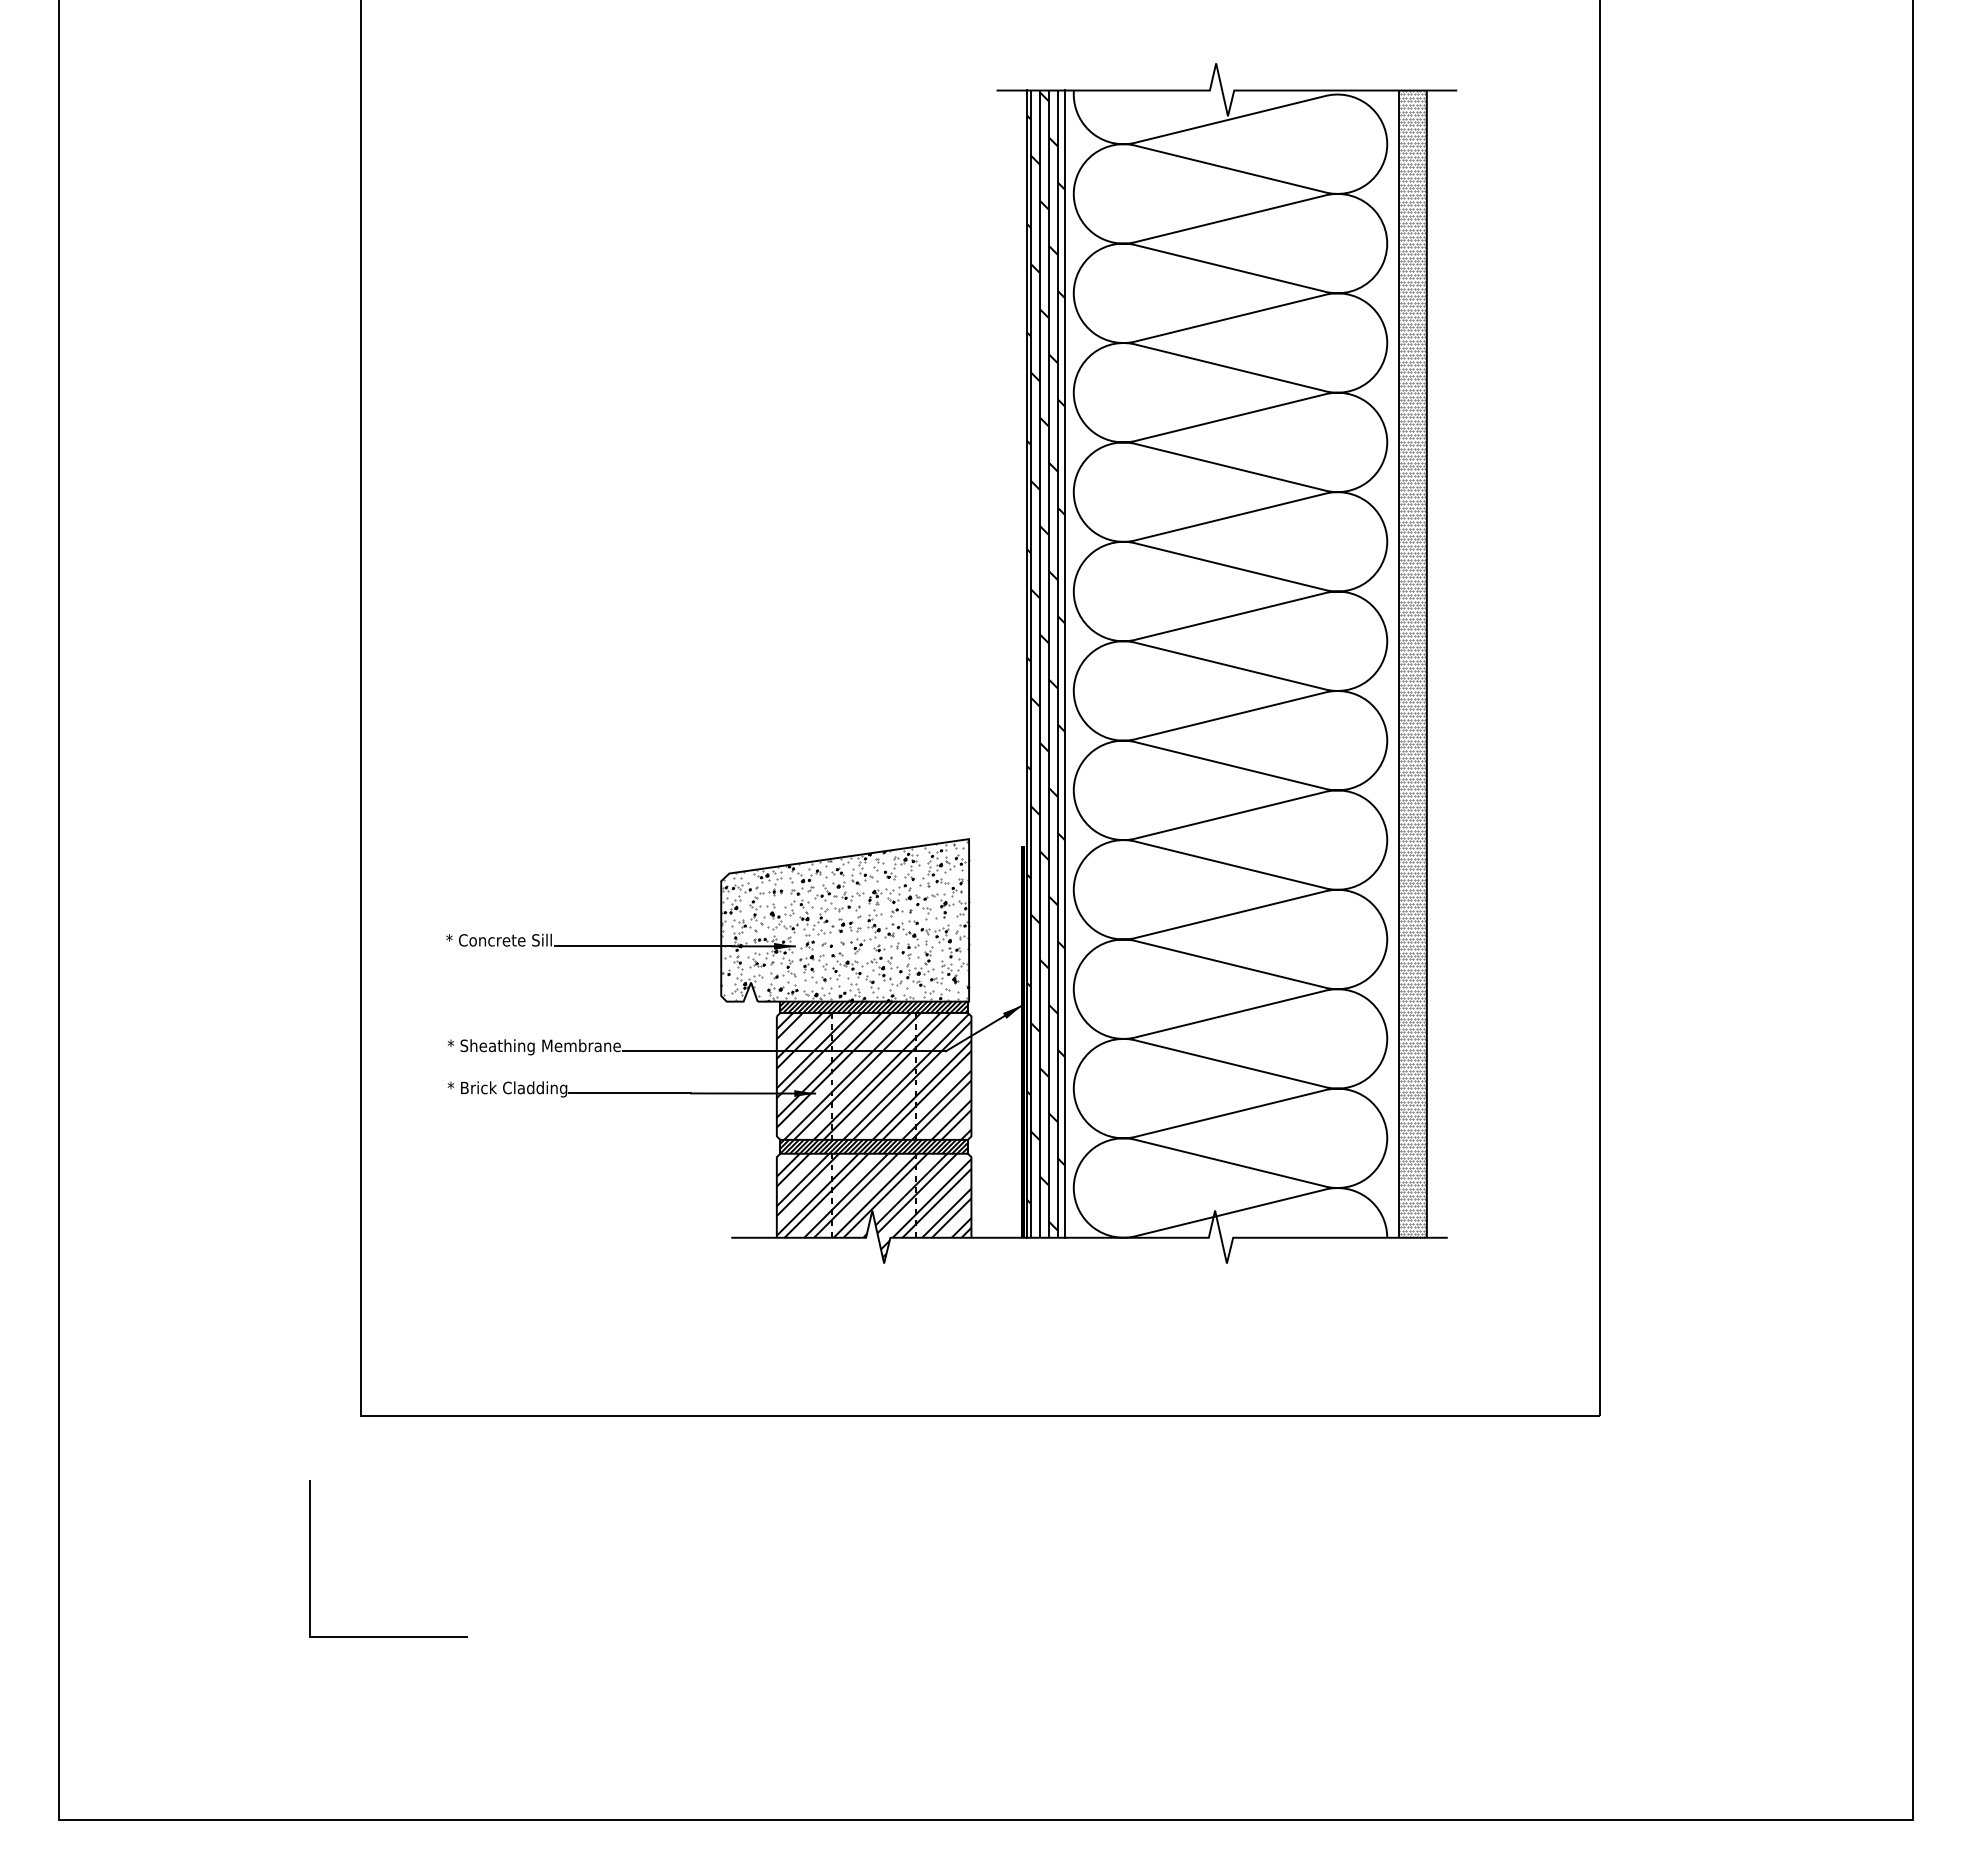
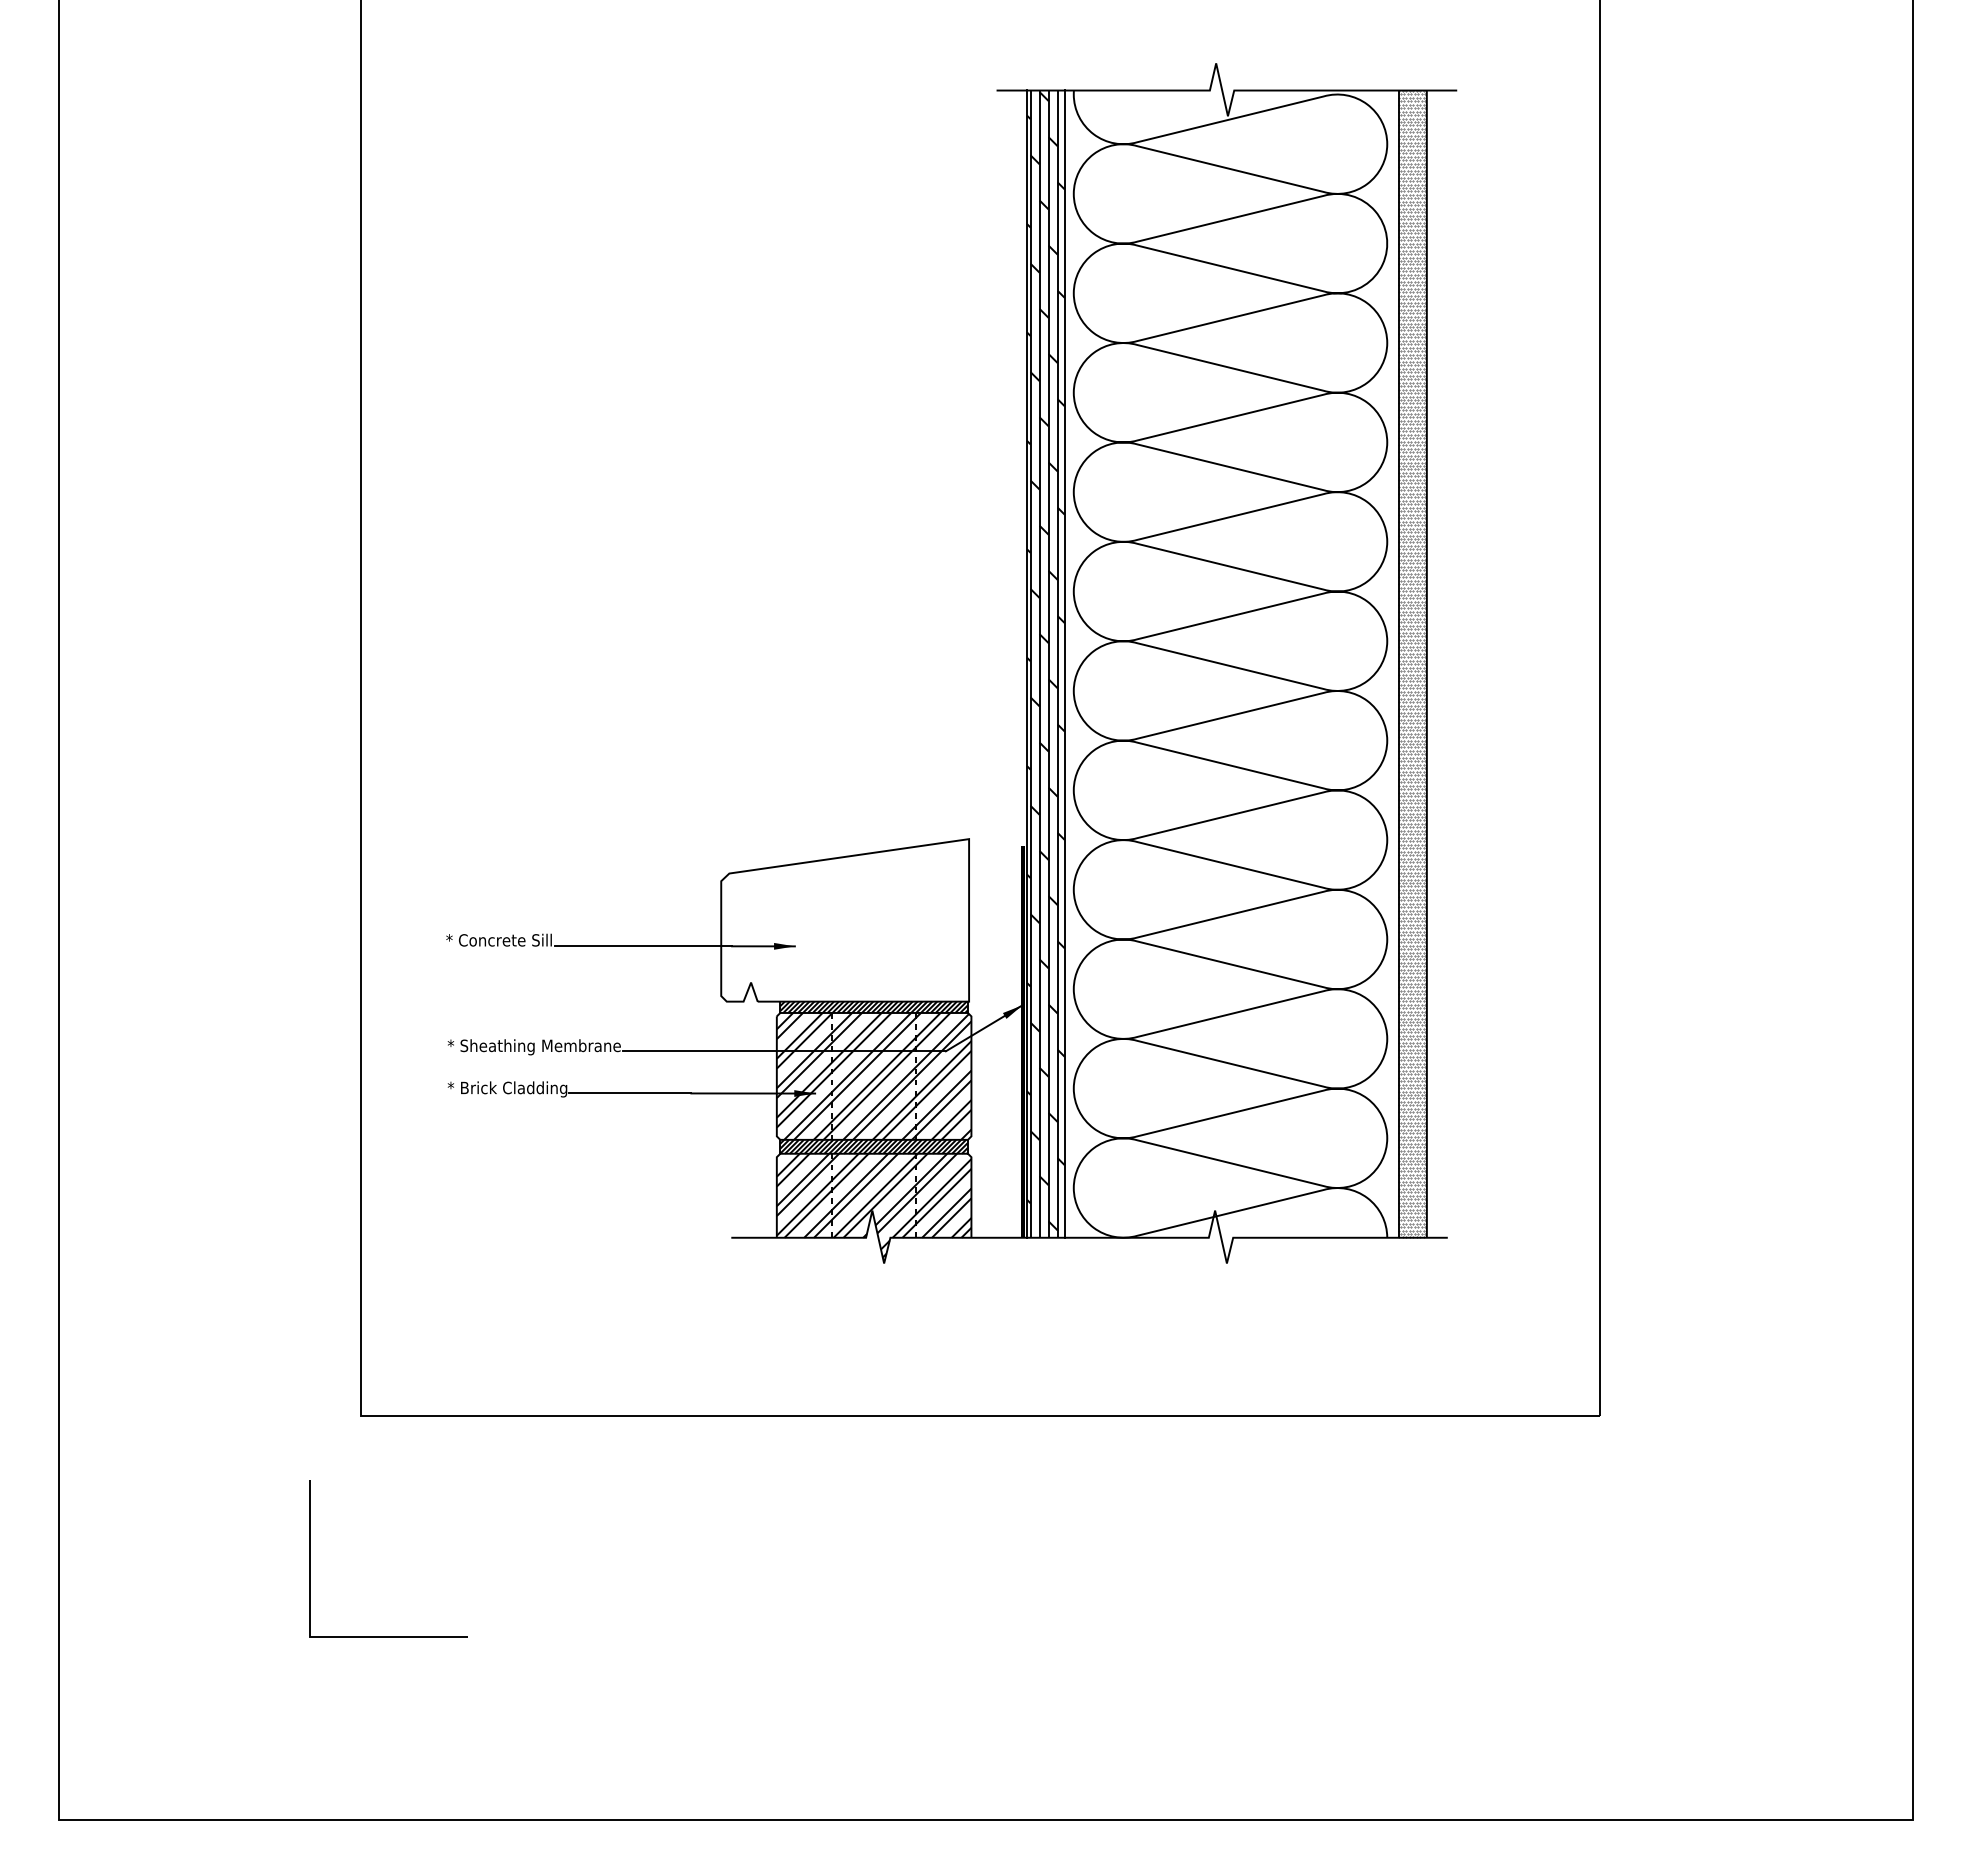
hatch at (845, 920): present -> none
